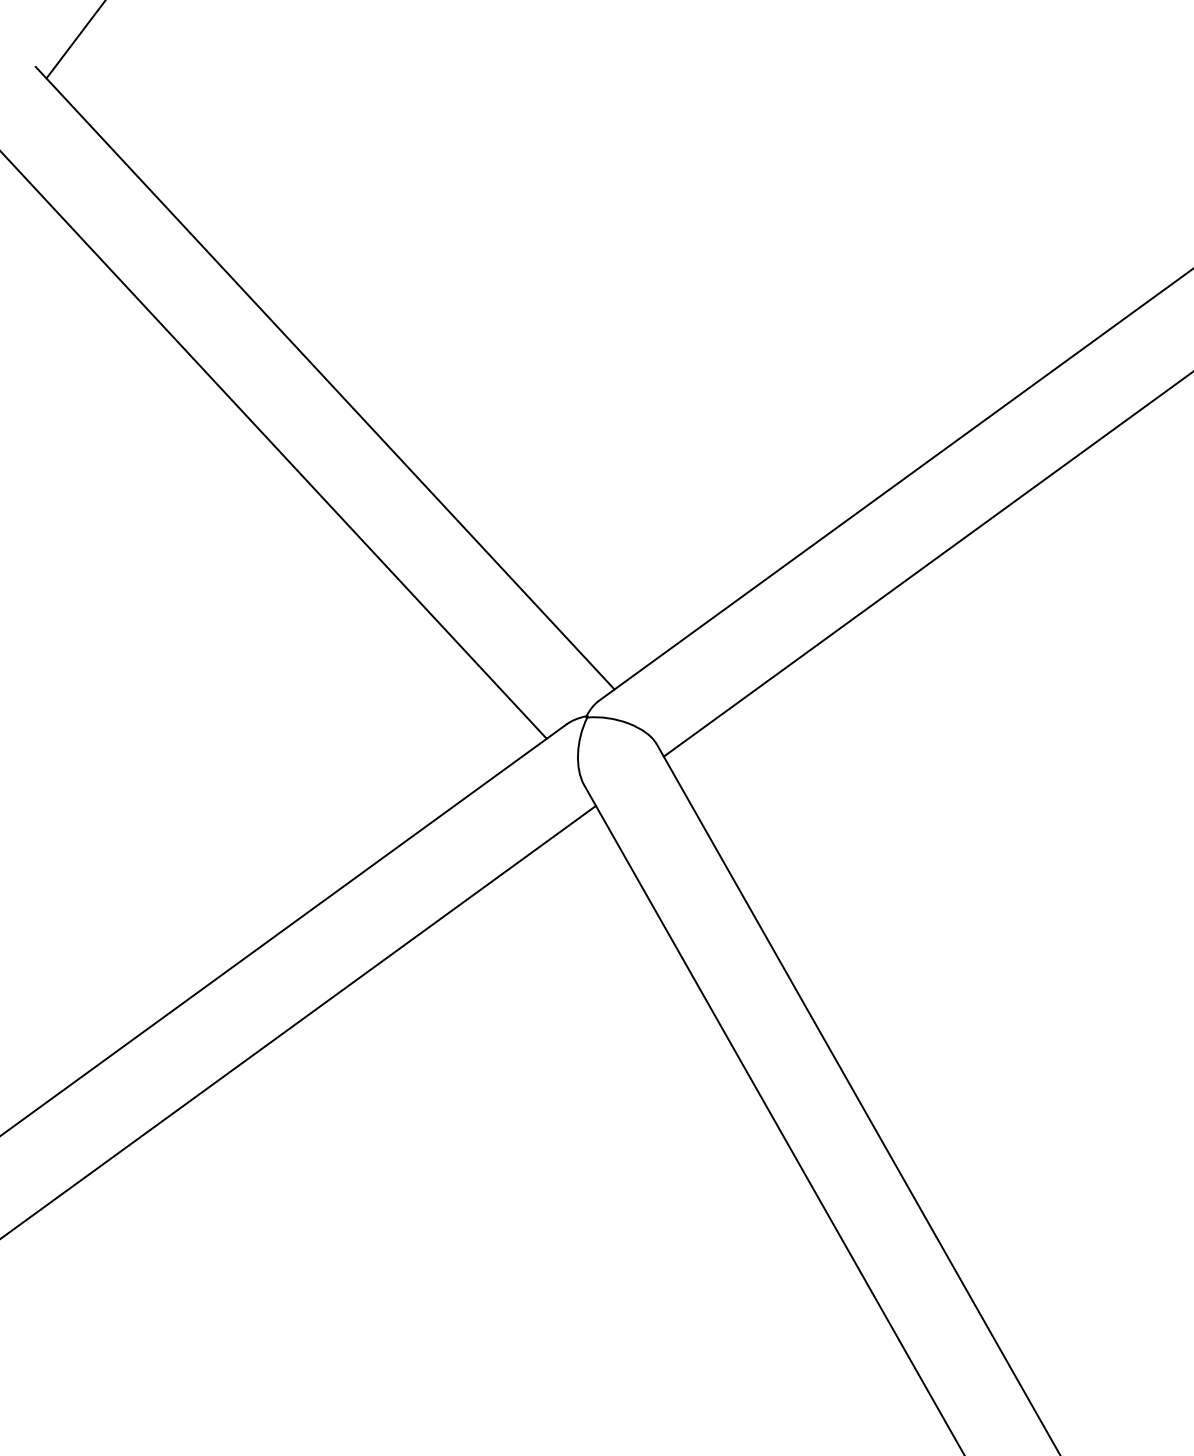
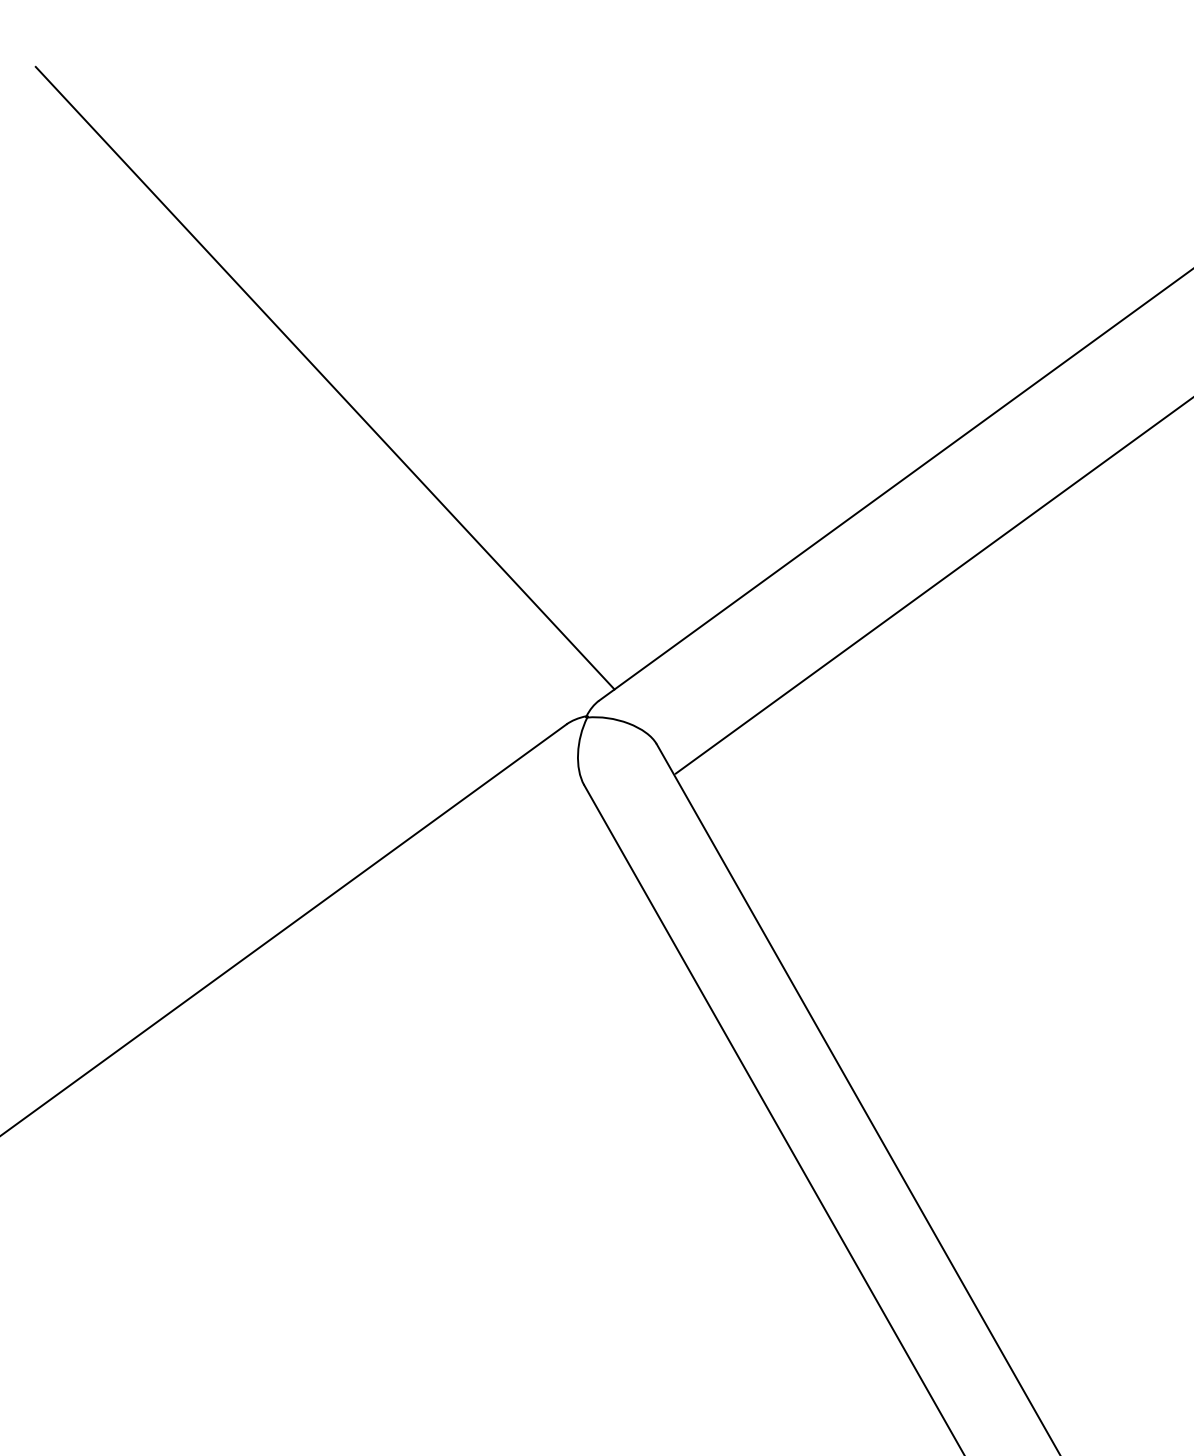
line at (74, 40): present -> none
line at (274, 445): present -> none
line at (926, 564) position: (926, 564) -> (932, 586)
line at (298, 1021): present -> none
